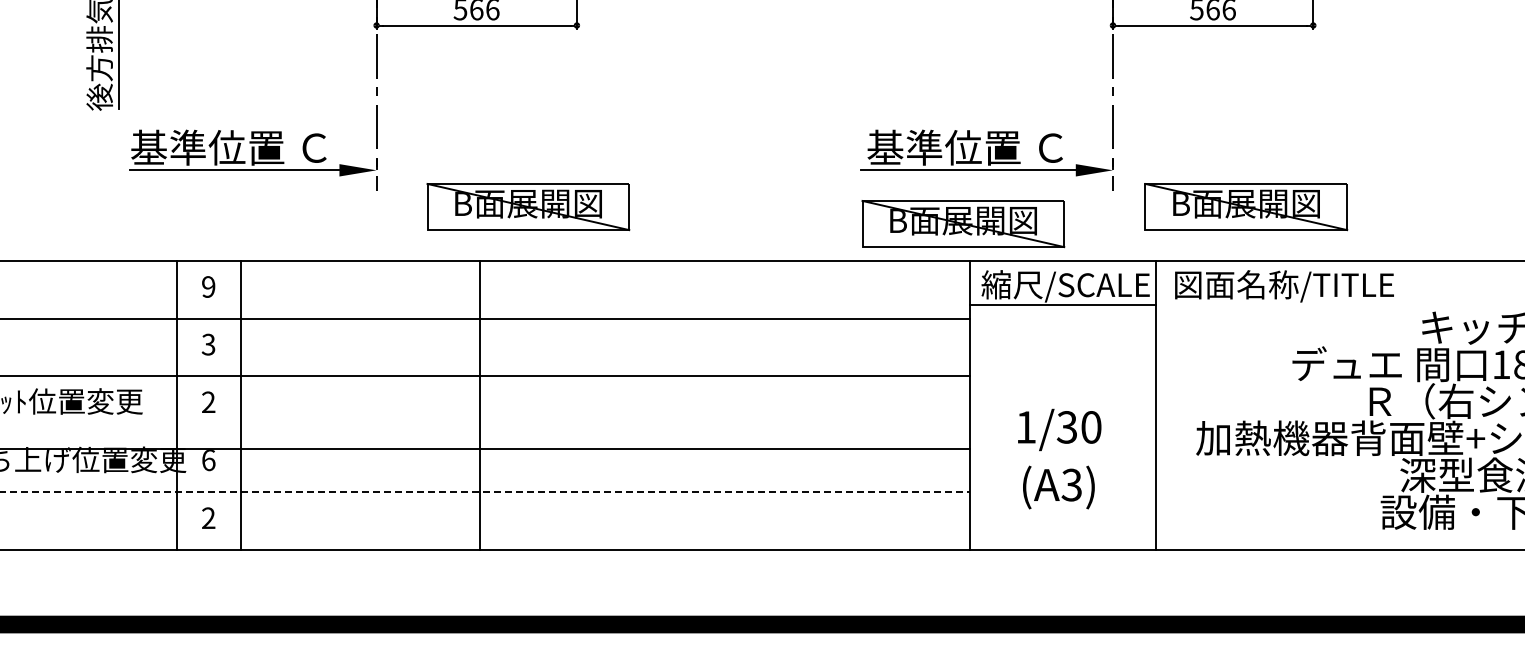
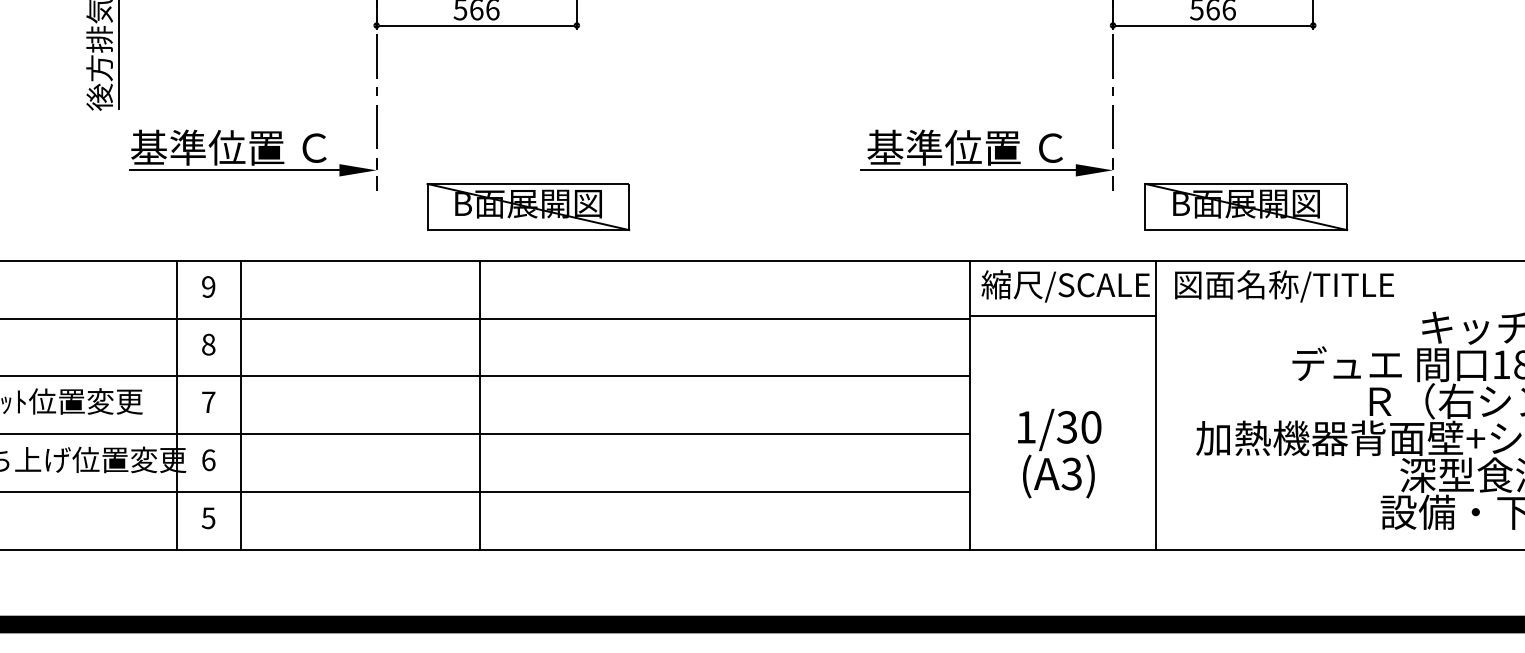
part at (963, 224): present -> none
line at (1062, 304) position: (1062, 304) -> (1062, 315)
text at (208, 344): 3 -> 8
text at (208, 401): 2 -> 7
line at (486, 448) position: (486, 448) -> (486, 433)
text at (1058, 487) position: (1058, 487) -> (1058, 476)
line at (485, 492): dashed -> solid
text at (208, 518): 2 -> 5
